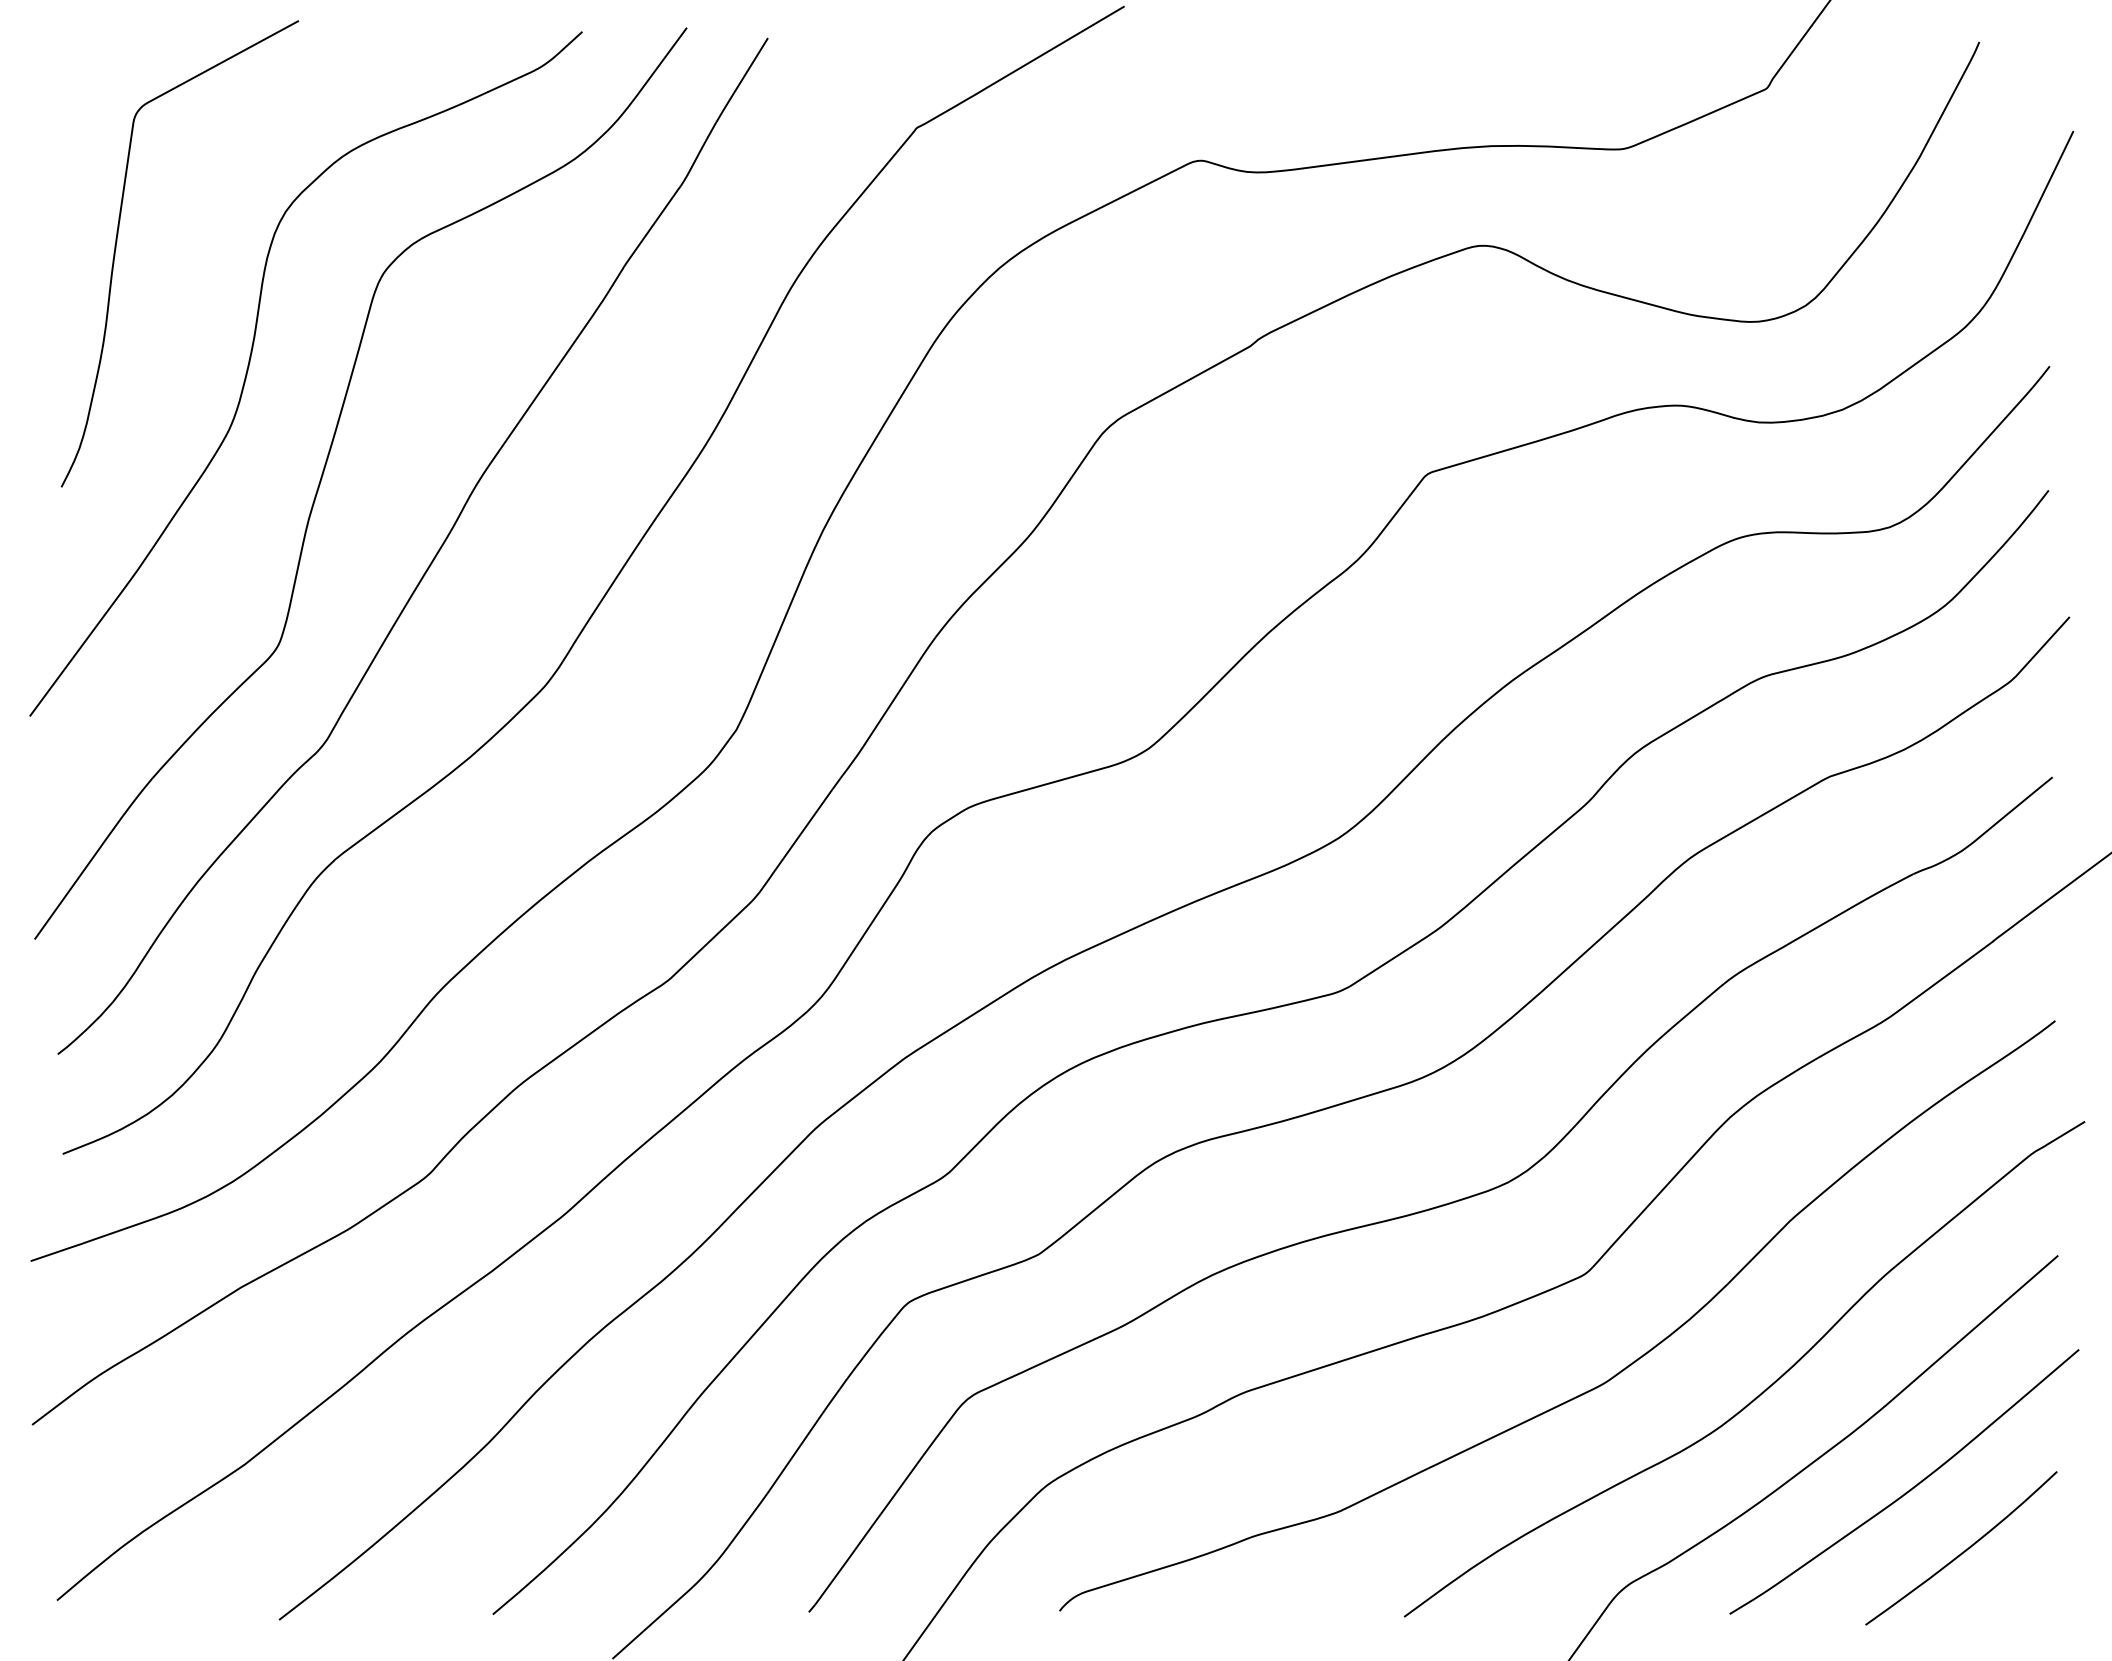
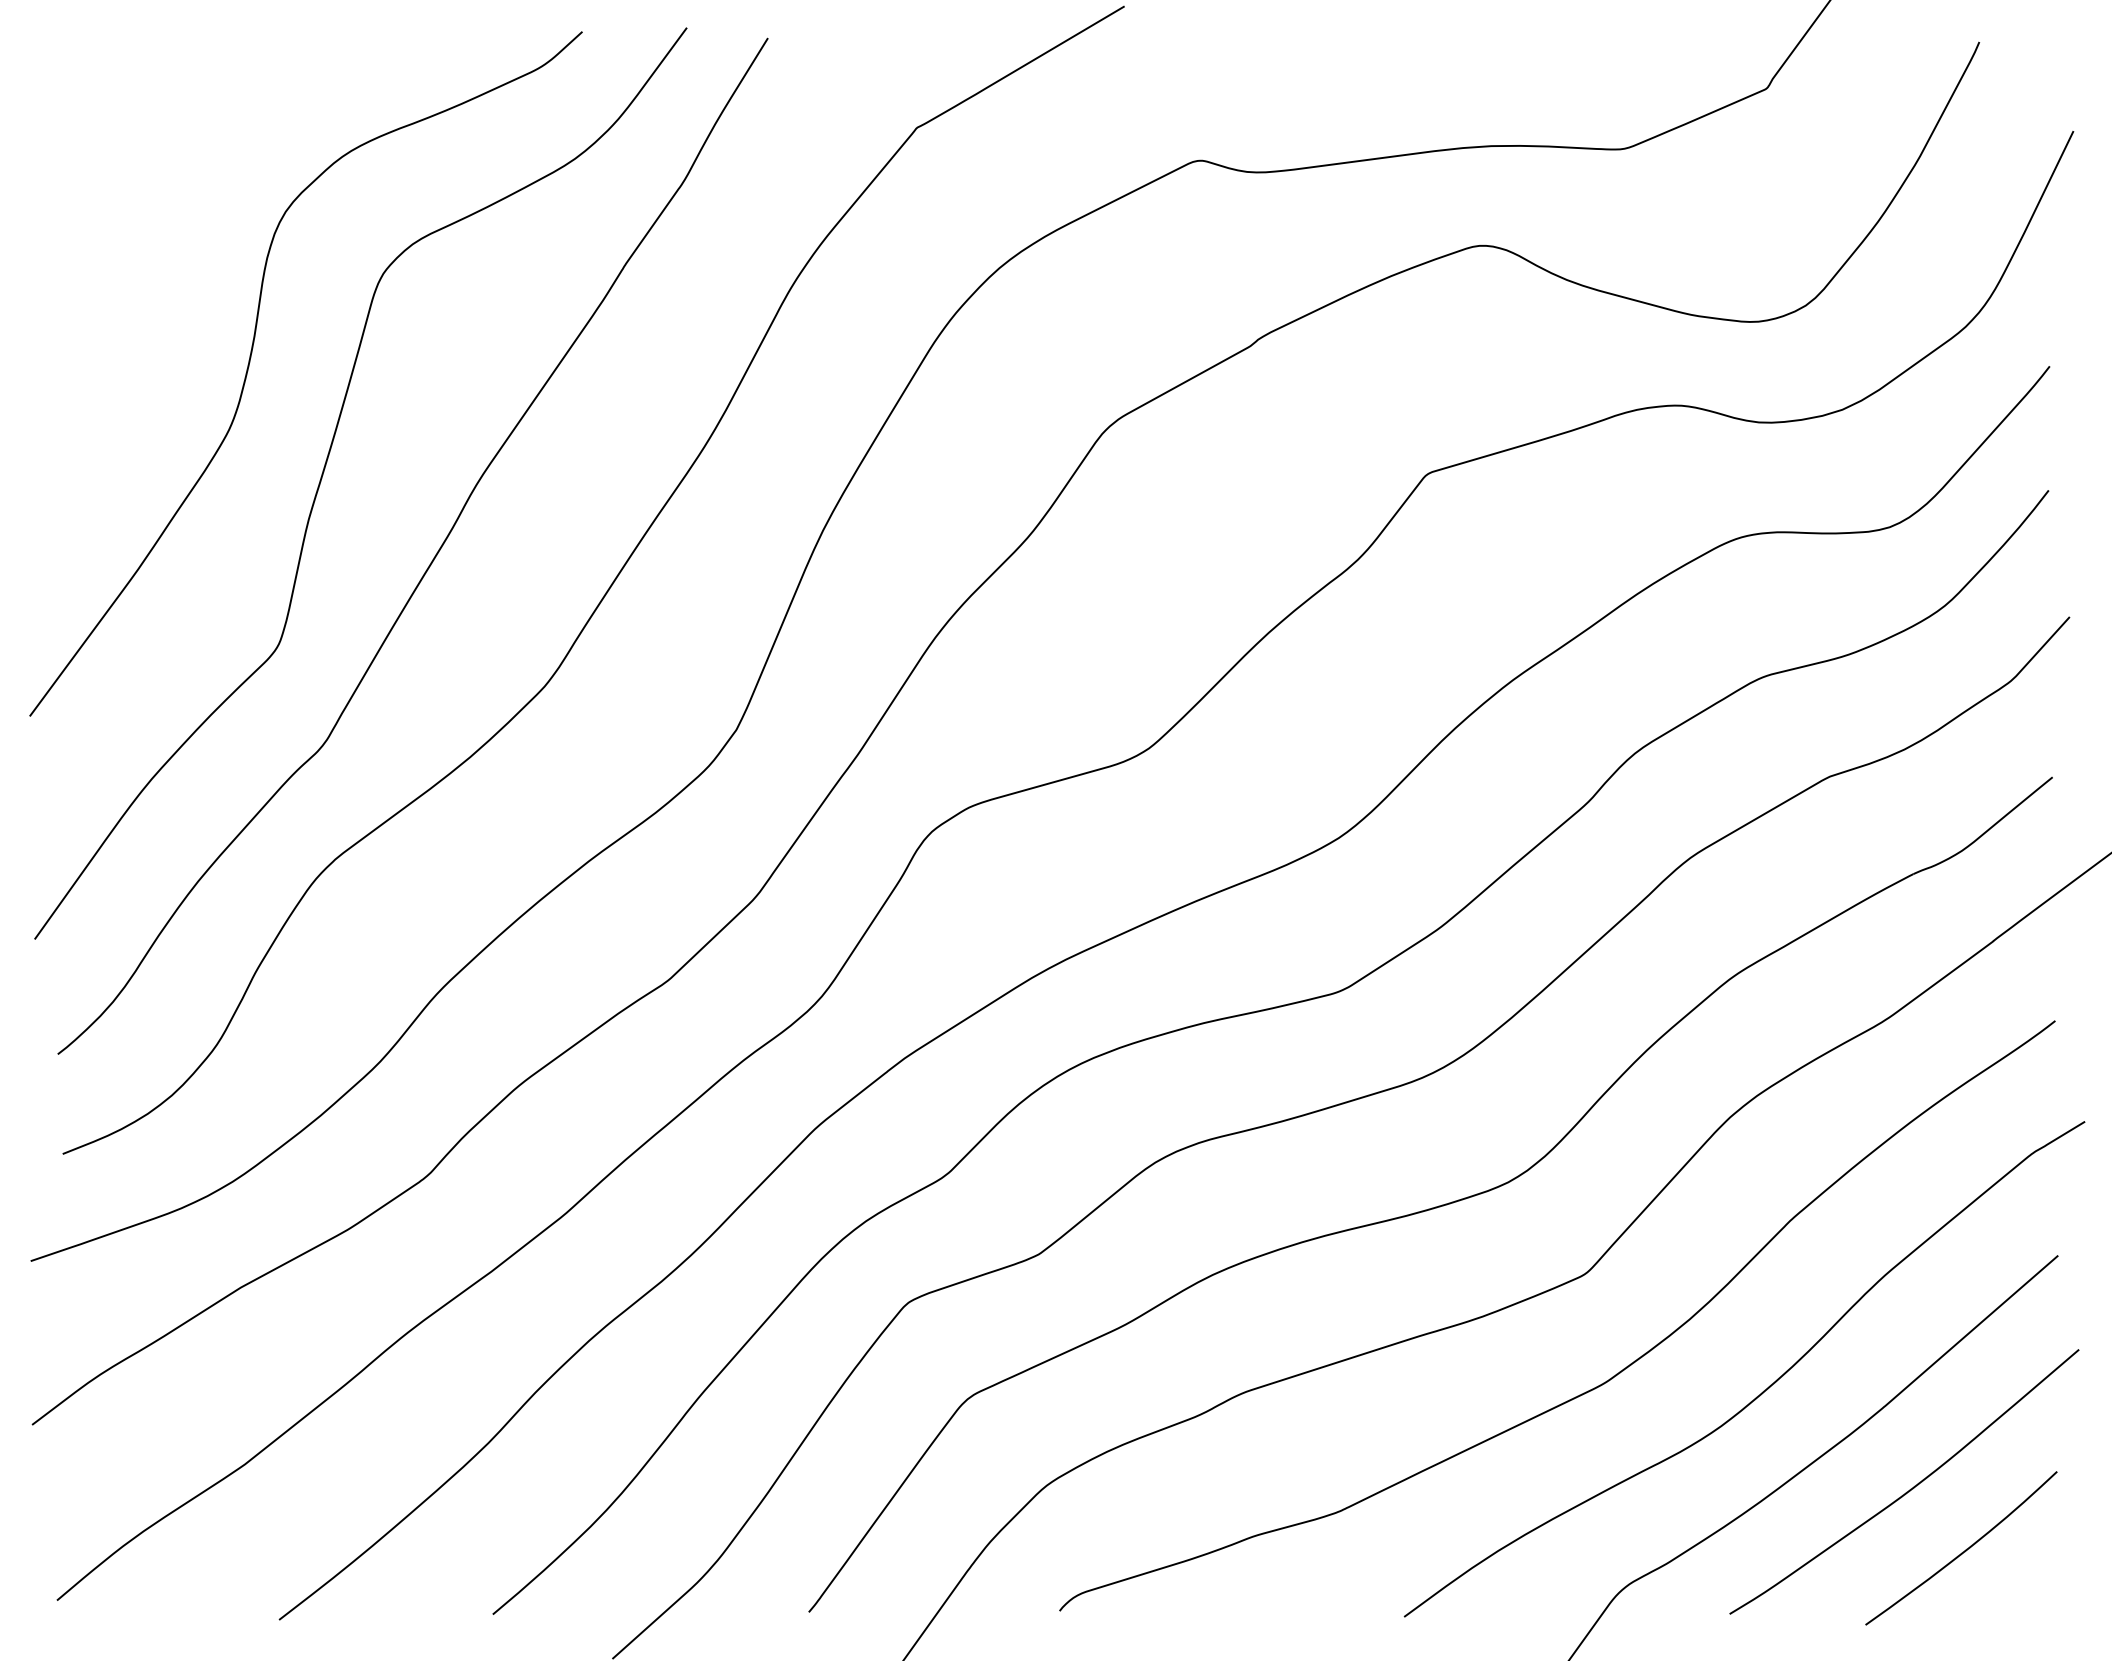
curve at (116, 249): present -> none
